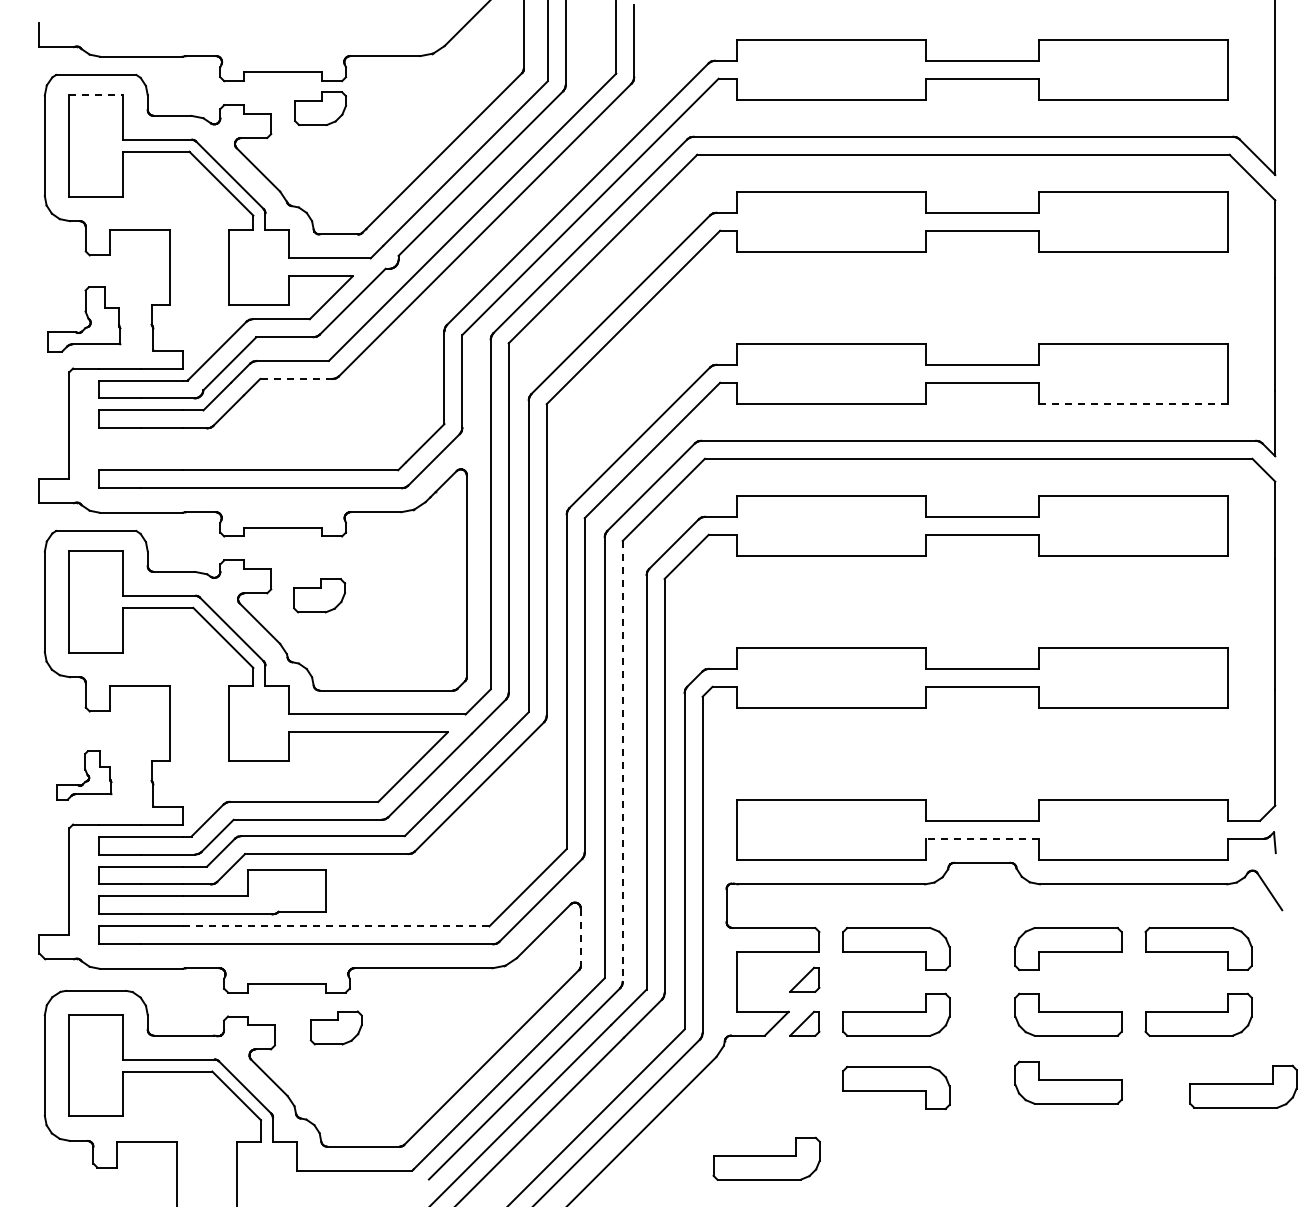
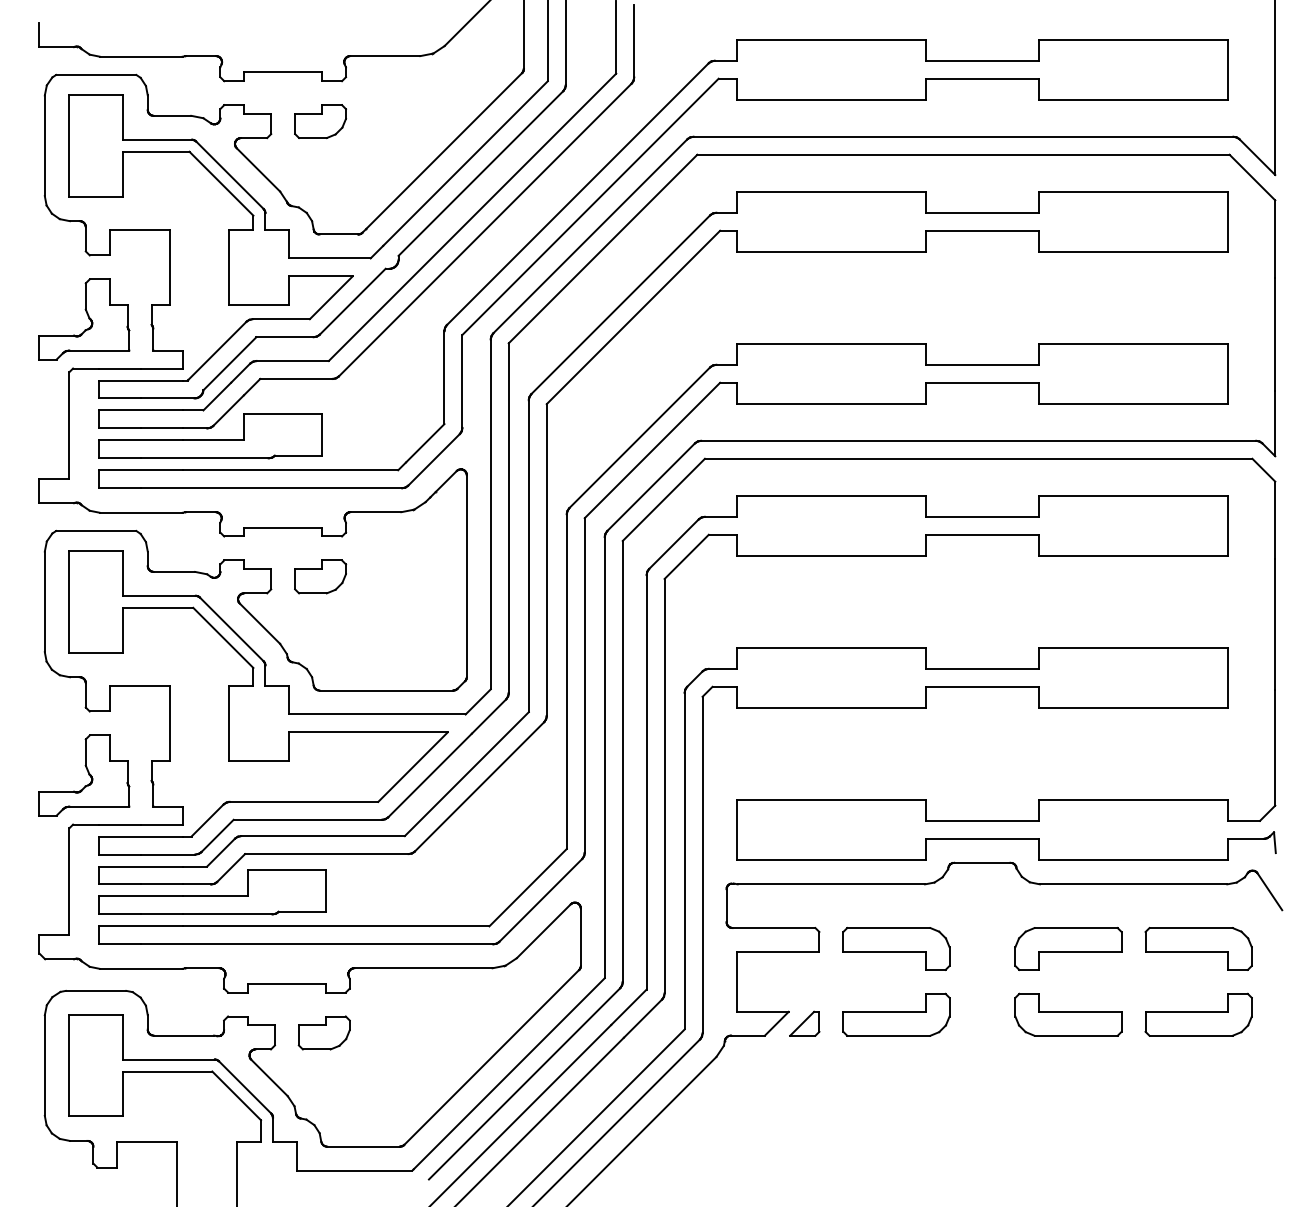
line at (96, 94): dashed -> solid
part at (320, 108) position: (320, 108) -> (320, 121)
part at (84, 319) size: 75x67 px -> 93x83 px
line at (295, 378): dashed -> solid
line at (1133, 403): dashed -> solid
part at (210, 436): none -> present
part at (319, 595) position: (319, 595) -> (320, 576)
line at (622, 761): dashed -> solid
part at (84, 775) size: 57x51 px -> 93x83 px
line at (982, 838): dashed -> solid
line at (336, 926): dashed -> solid
line at (580, 937): dashed -> solid
part at (804, 979): present -> none
part at (335, 1027) position: (335, 1027) -> (323, 1032)
part at (1068, 1082): present -> none
part at (1243, 1086): present -> none
part at (896, 1087): present -> none
part at (766, 1158): present -> none
